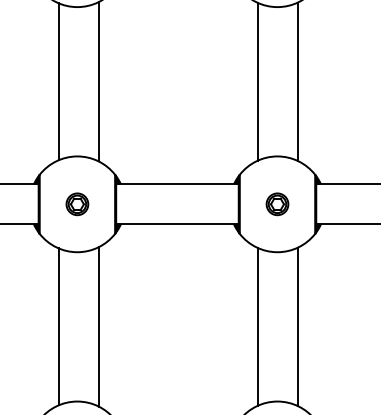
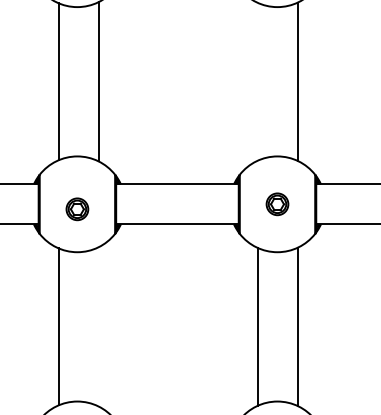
line at (257, 81): present -> none
part at (77, 204) position: (77, 204) -> (77, 209)
line at (98, 326): present -> none
